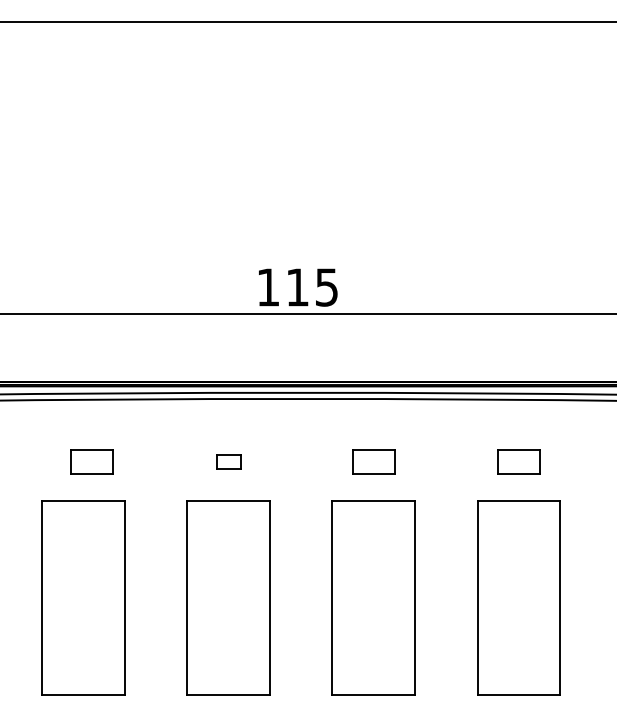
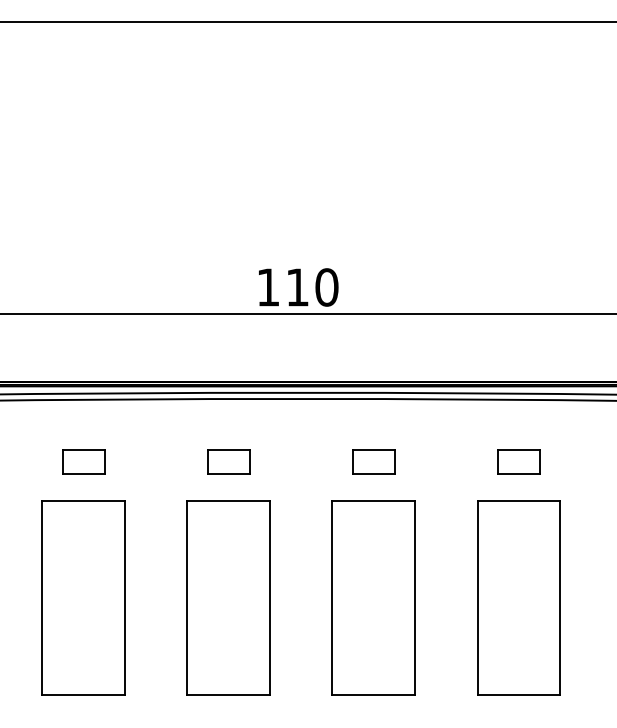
text at (326, 287): 115 -> 110
part at (91, 461) position: (91, 461) -> (83, 461)
part at (228, 461) size: 26x16 px -> 44x26 px
